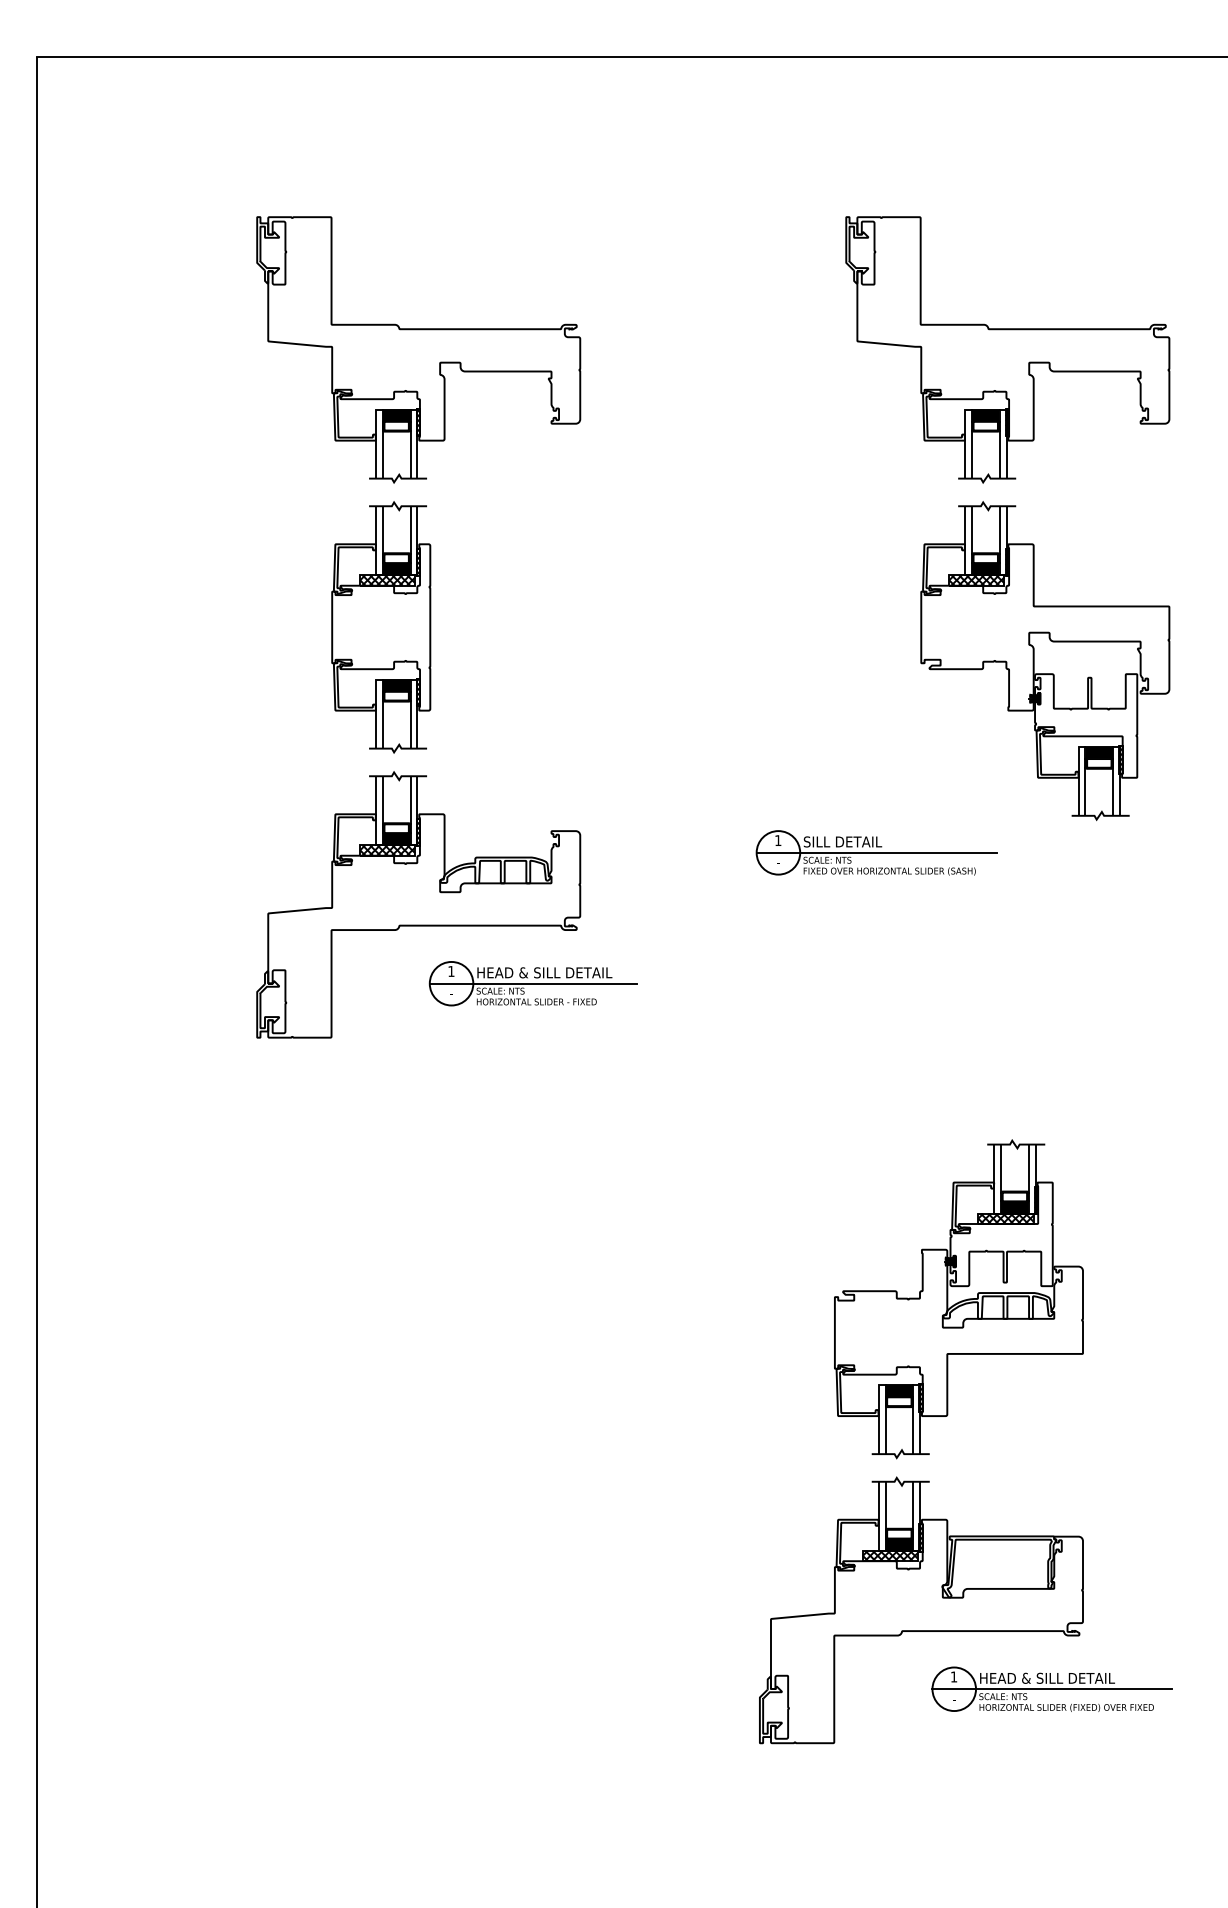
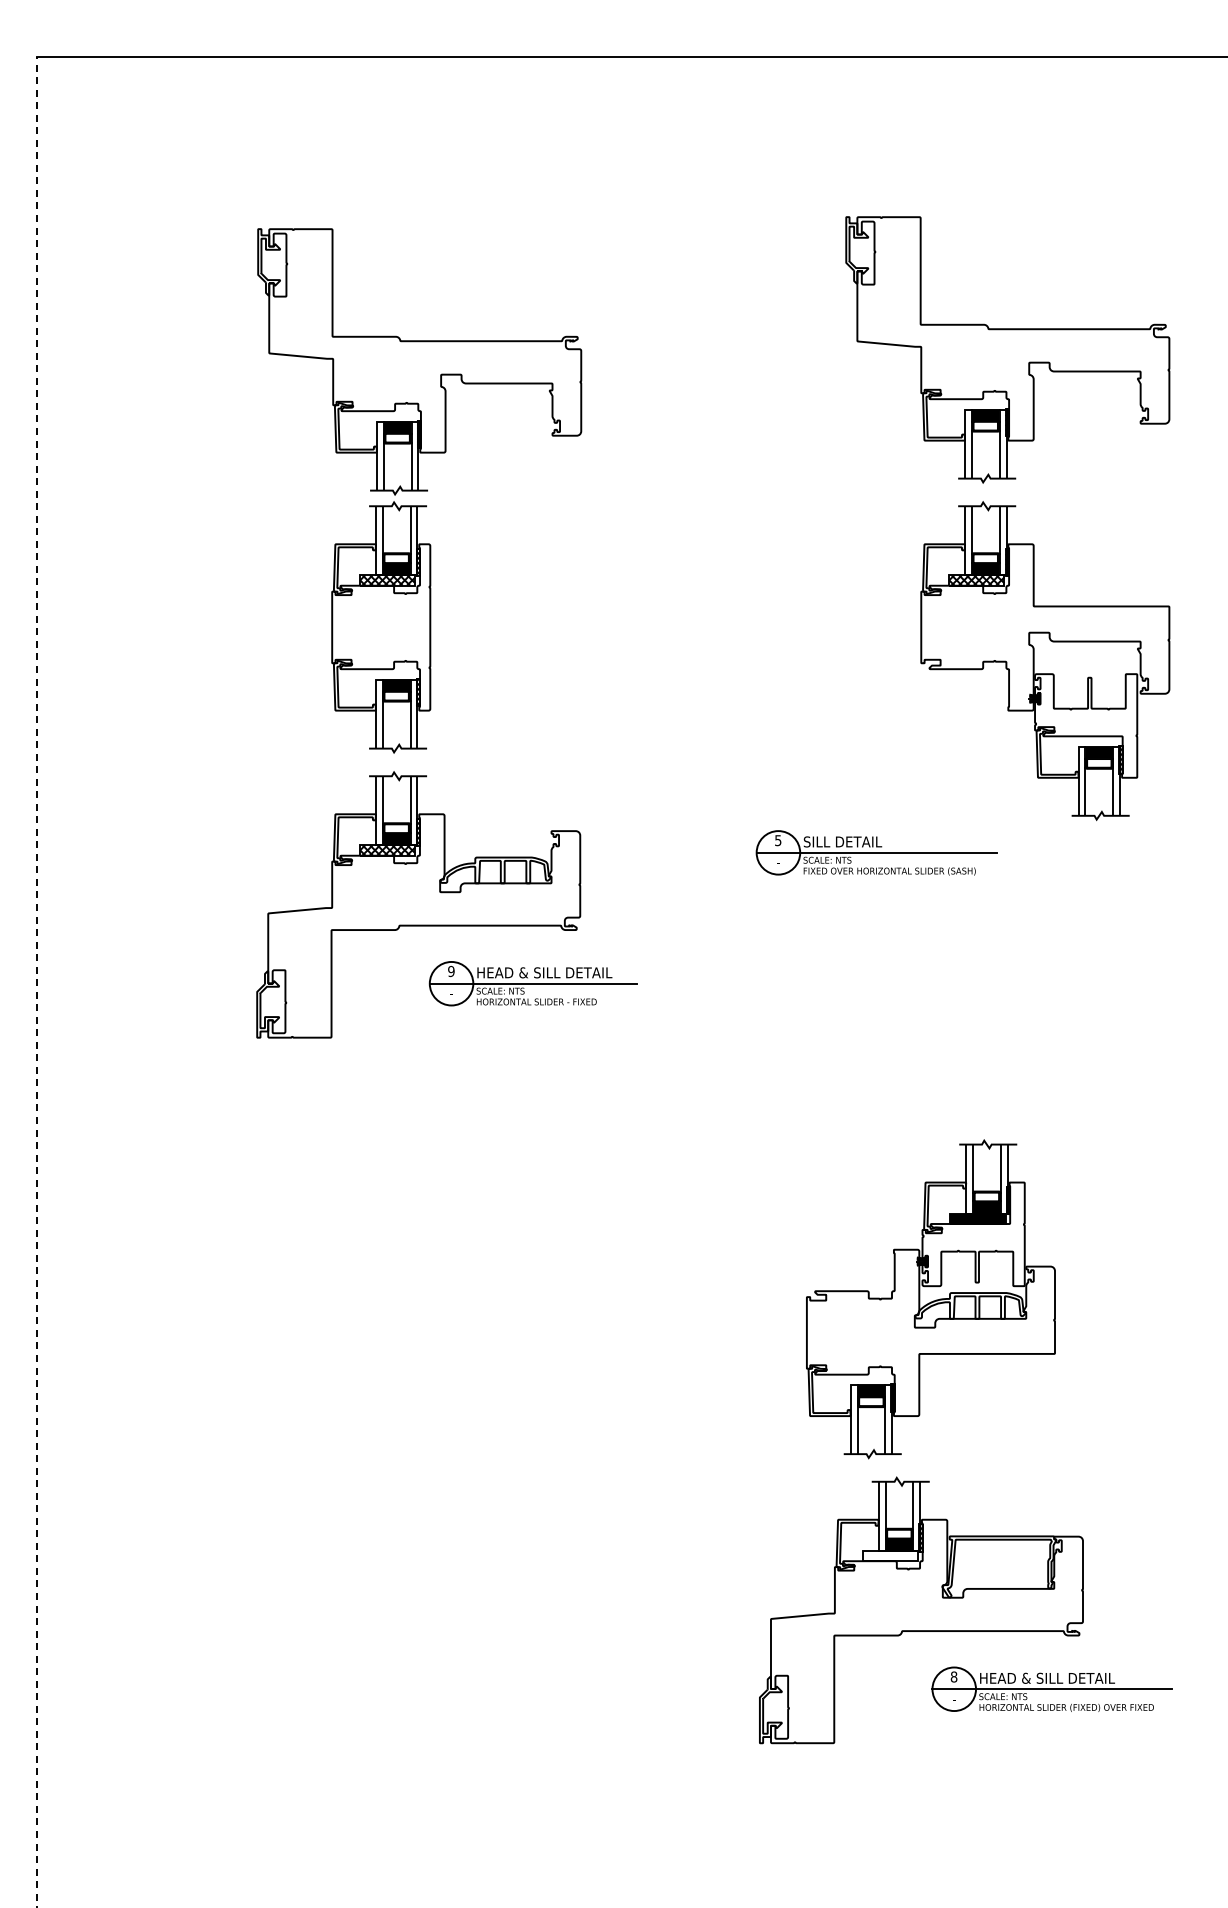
part at (418, 349) position: (418, 349) -> (419, 361)
text at (778, 840): 1 -> 5
text at (451, 971): 1 -> 9
line at (37, 982): solid -> dashed
part at (958, 1299) position: (958, 1299) -> (930, 1299)
hatch at (890, 1555): present -> none
text at (953, 1676): 1 -> 8
